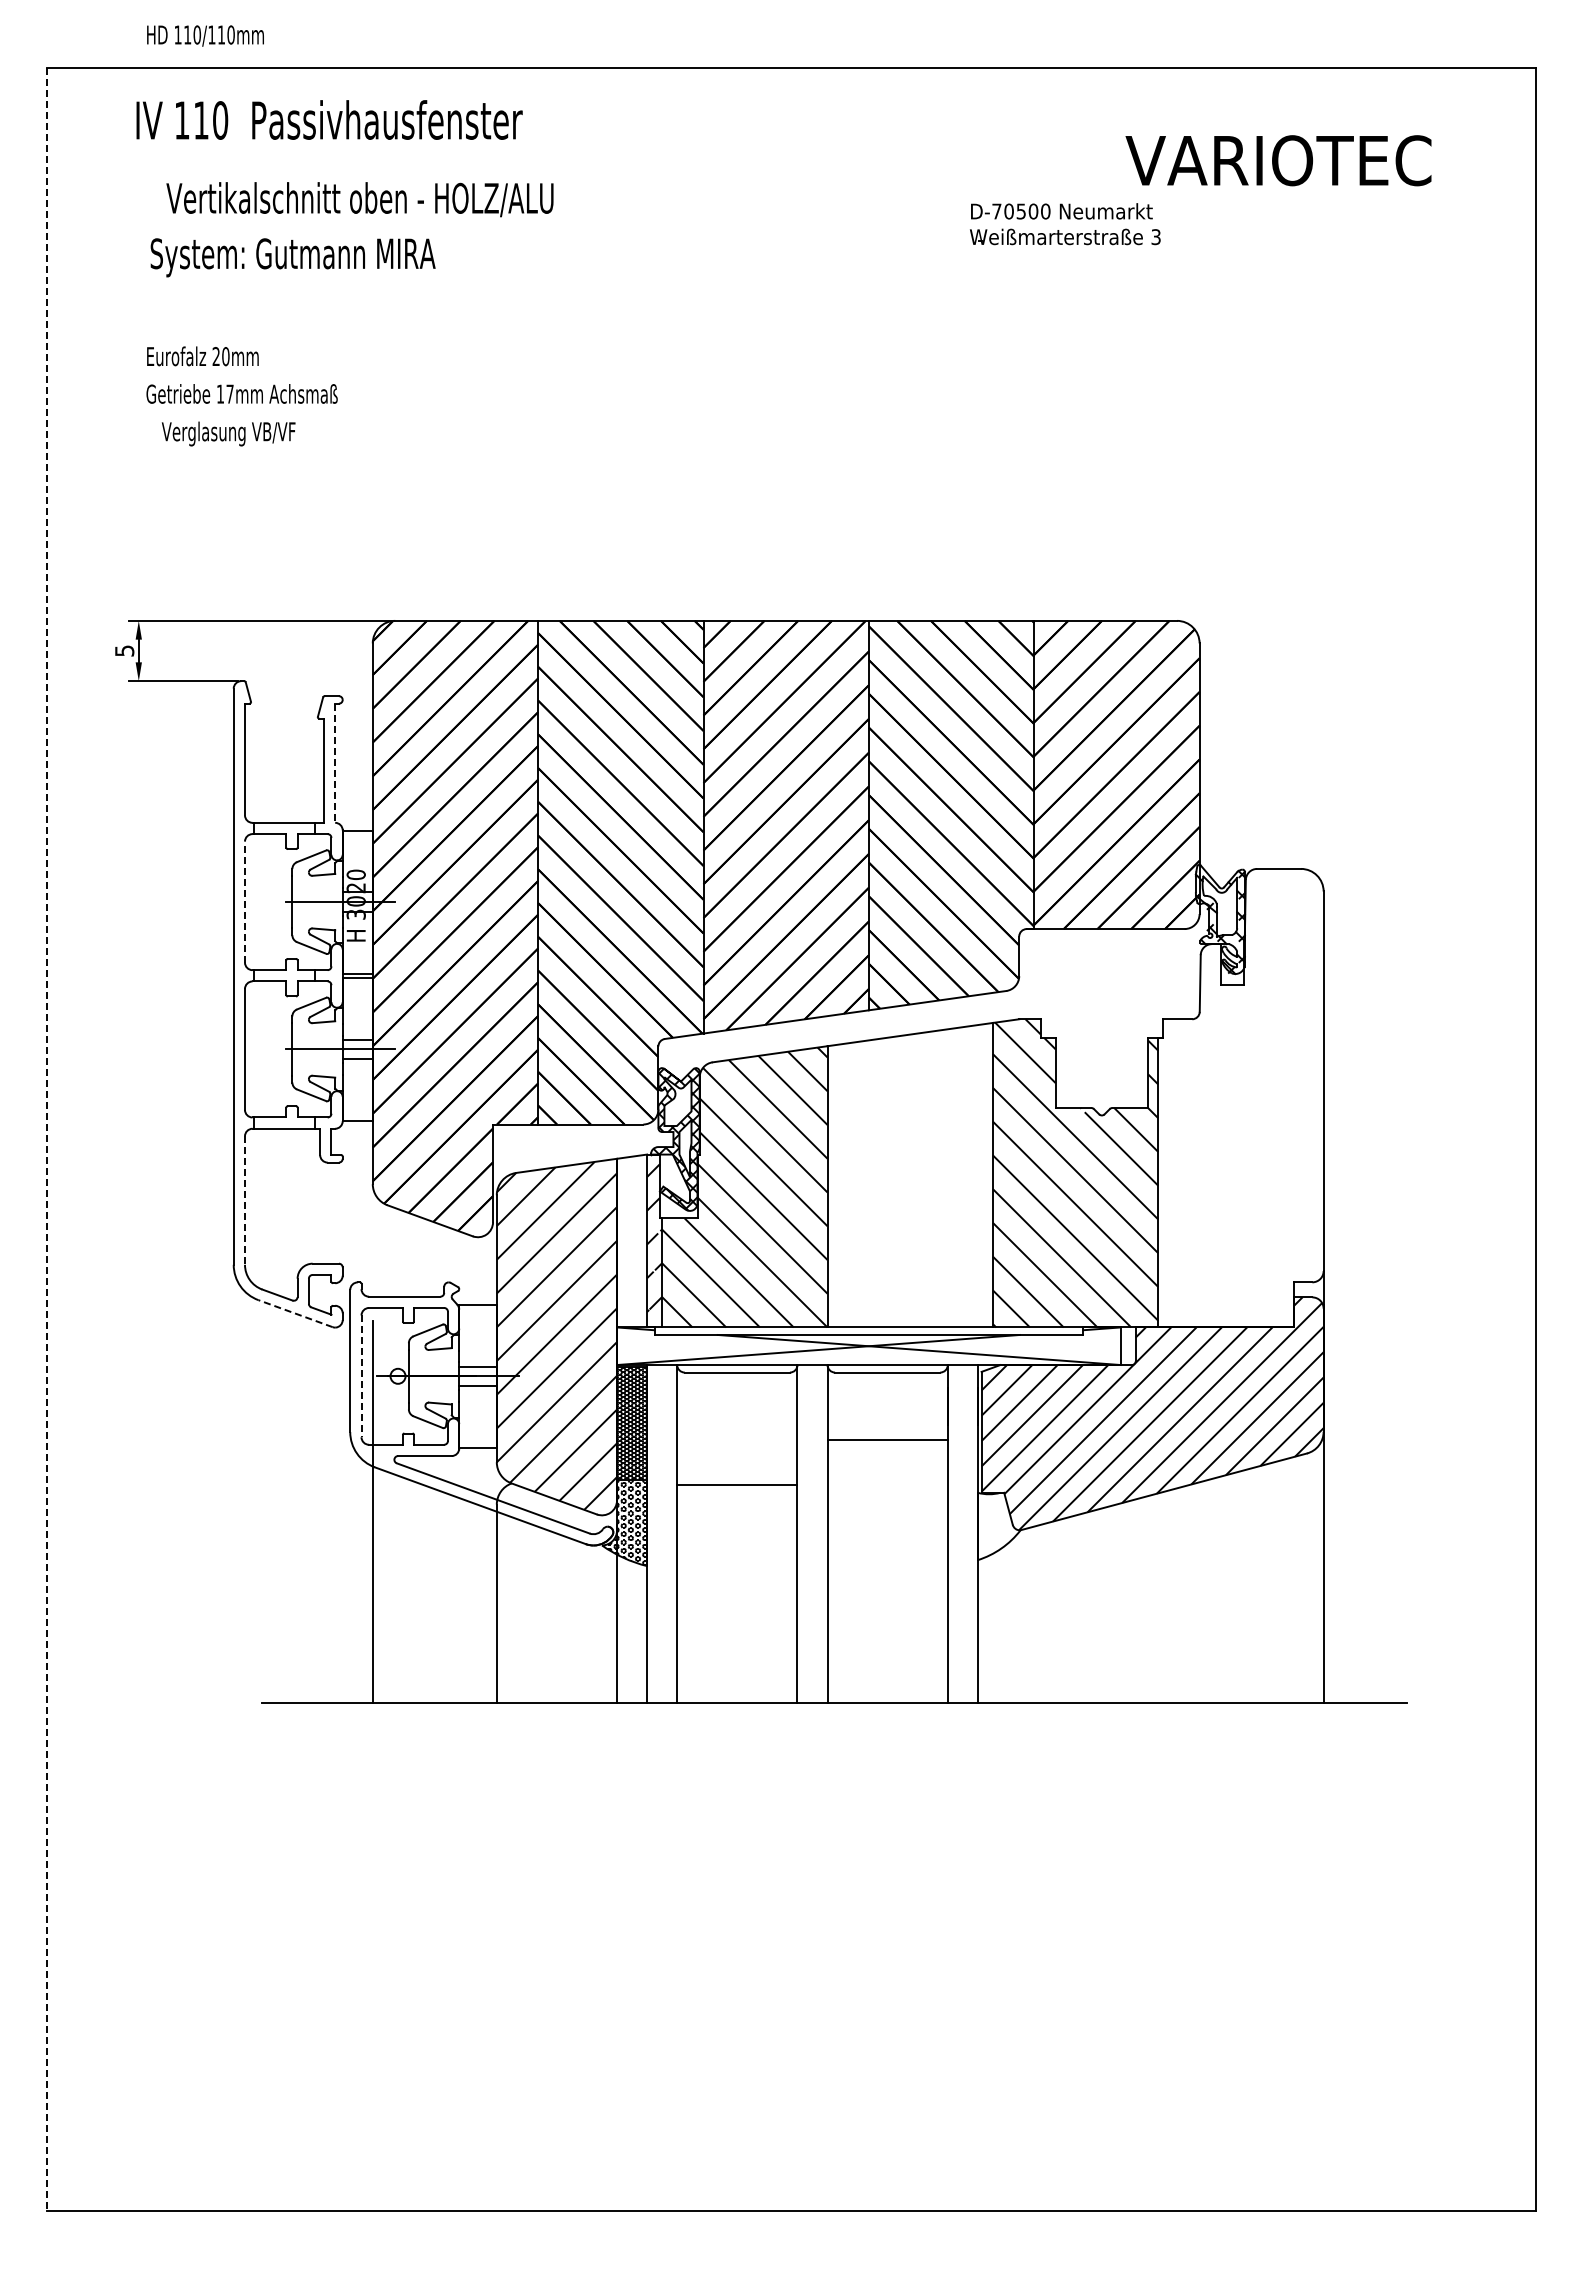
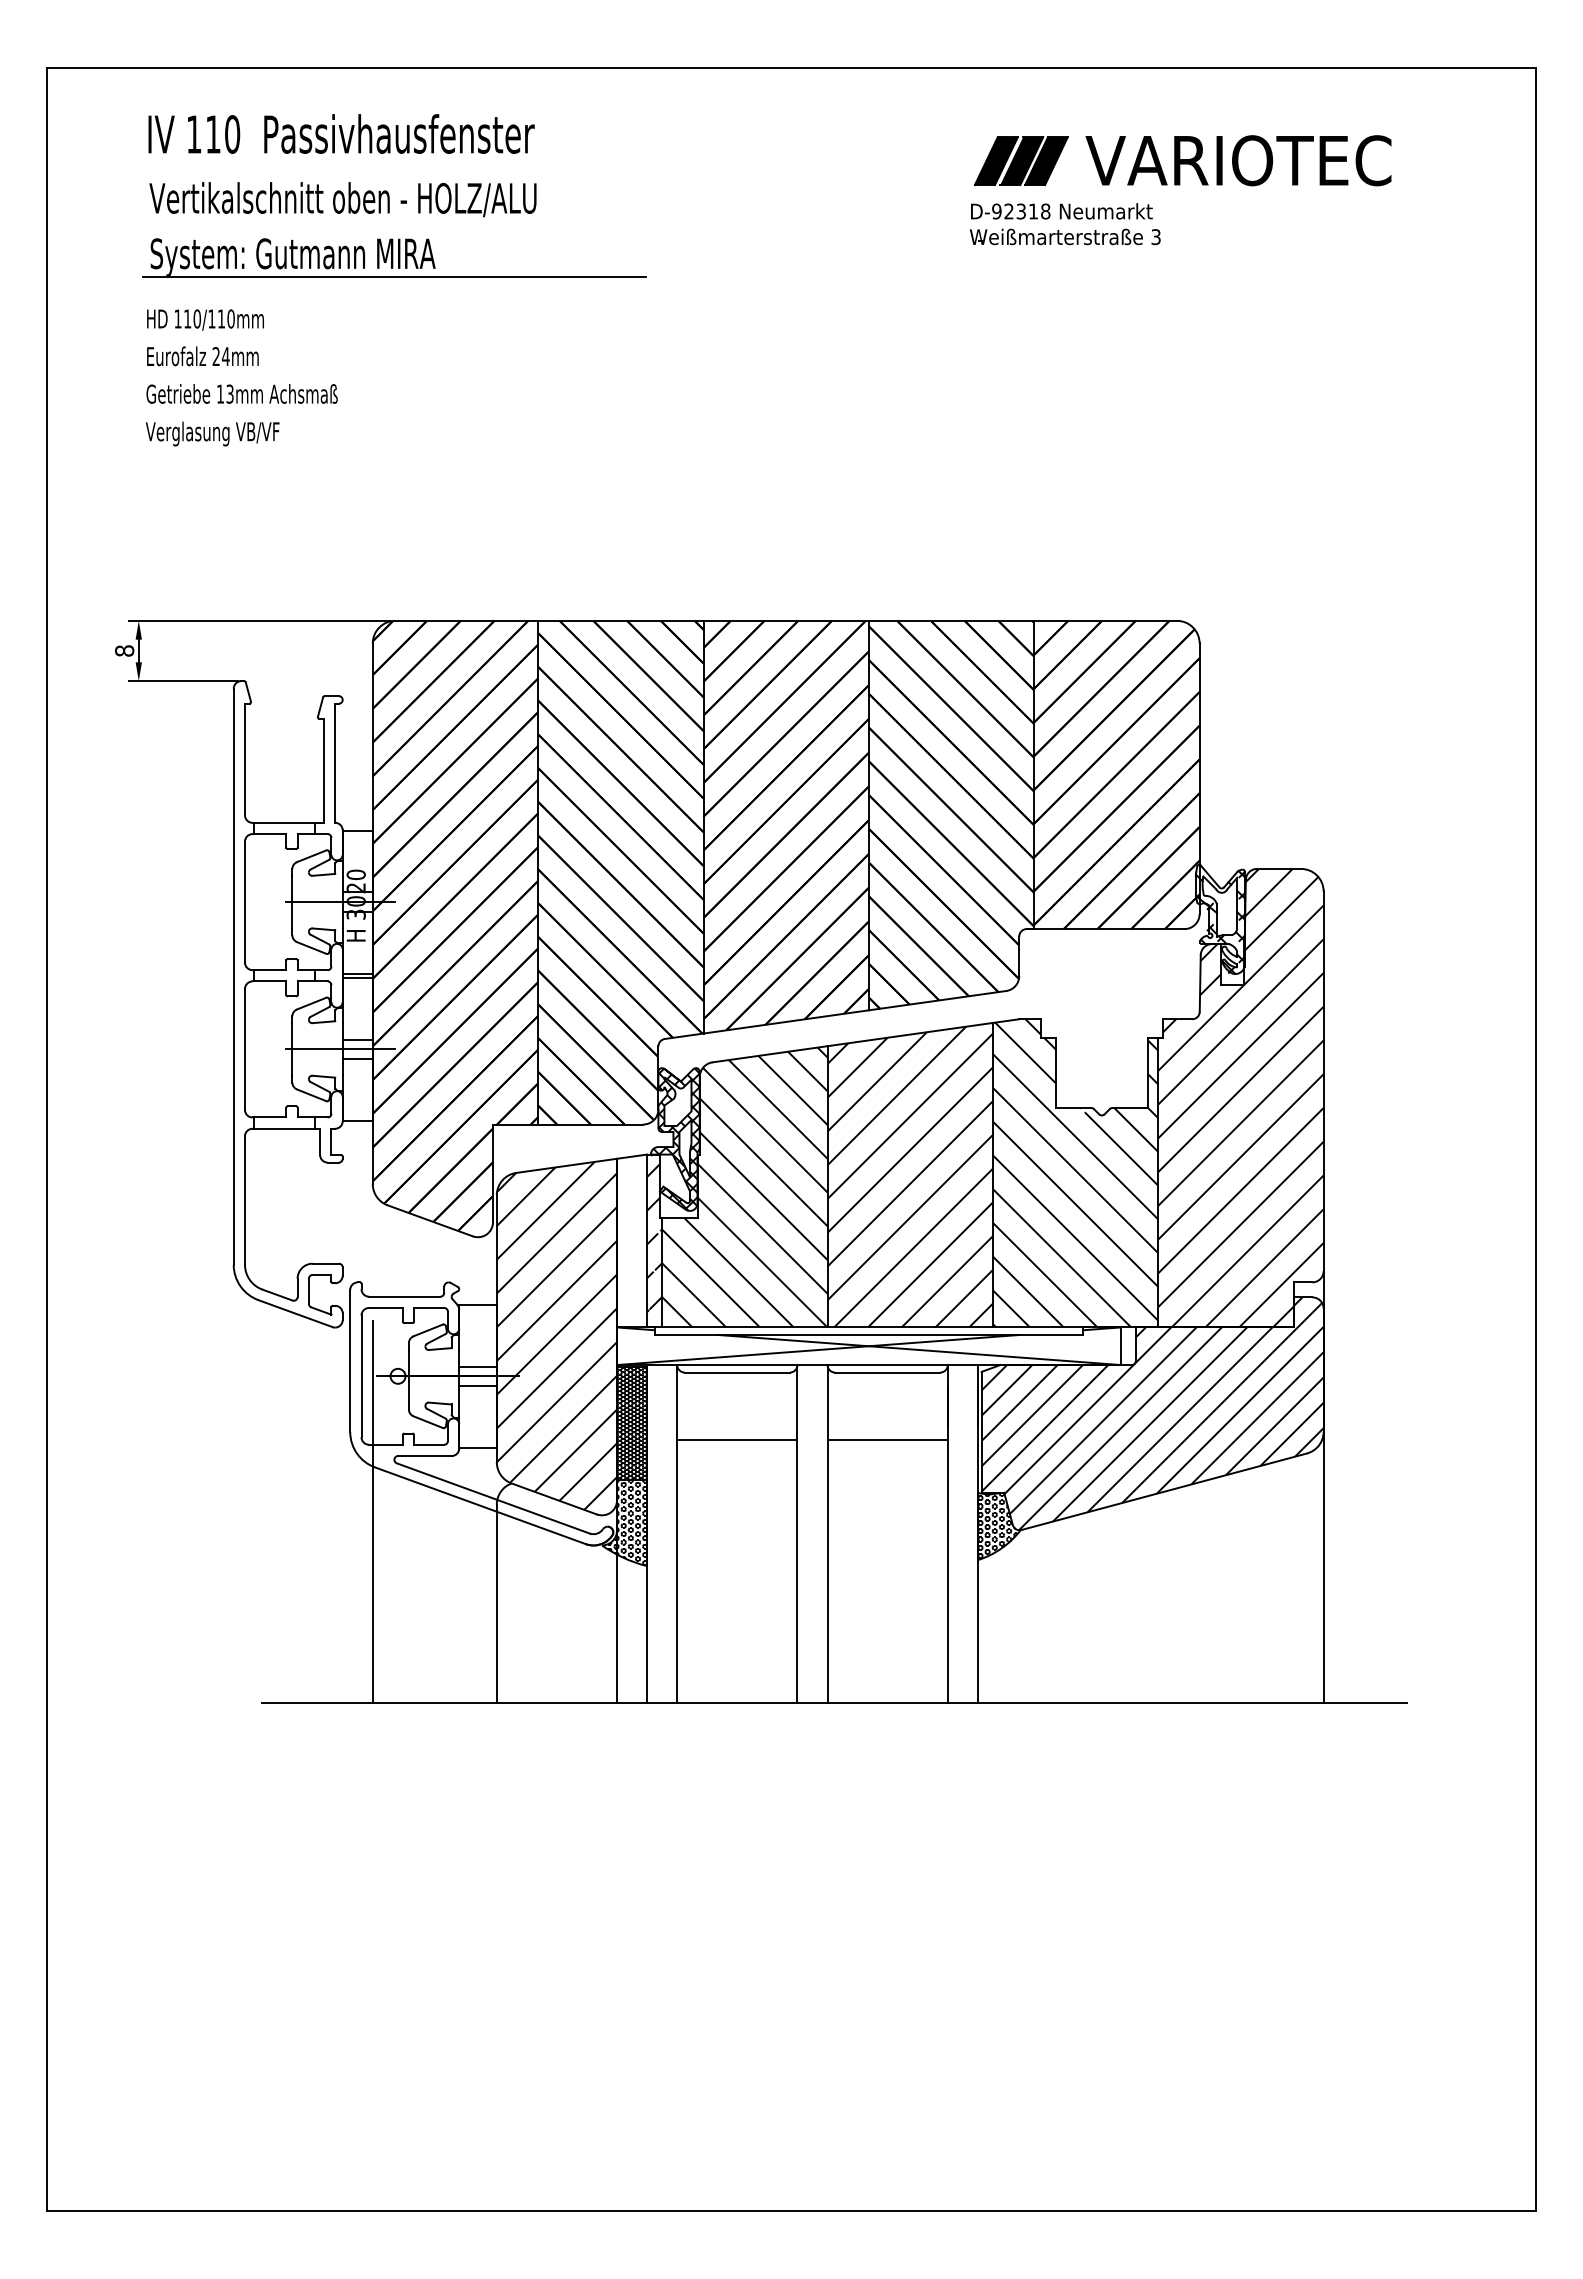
text at (205, 35) position: (205, 35) -> (205, 319)
text at (329, 119) position: (329, 119) -> (341, 133)
text at (1278, 160) position: (1278, 160) -> (1238, 160)
part at (1020, 161): none -> present
text at (359, 199) position: (359, 199) -> (342, 199)
text at (1021, 211): D-70500 -> D-92318
line at (394, 277): none -> present
text at (225, 356): 20mm -> 24mm
text at (229, 393): 17mm -> 13mm
text at (228, 433) position: (228, 433) -> (212, 433)
text at (124, 650): 5 -> 8
line at (335, 763): dashed -> solid
line at (245, 902): dashed -> solid
hatch at (1240, 1097): none -> present
line at (47, 1140): dashed -> solid
hatch at (909, 1176): none -> present
line at (245, 1201): dashed -> solid
line at (295, 1313): dashed -> solid
line at (361, 1376): dashed -> solid
line at (737, 1485) position: (737, 1485) -> (737, 1440)
hatch at (997, 1525): none -> present
